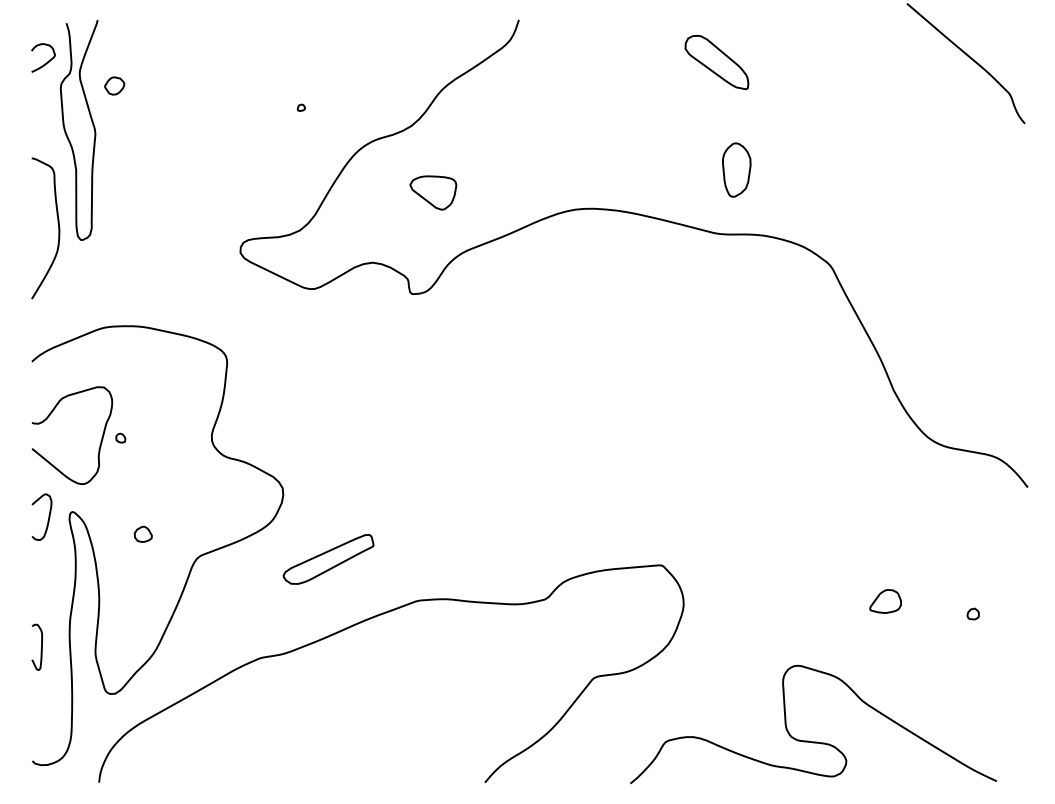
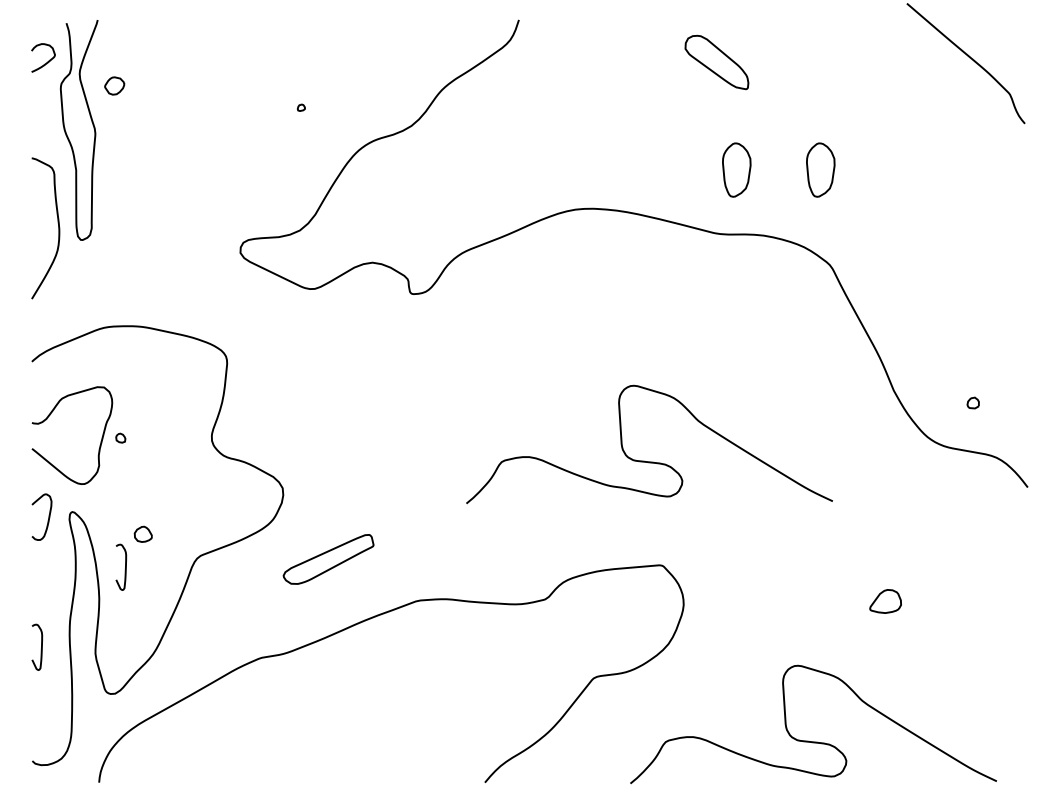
part at (820, 169): none -> present
part at (433, 192): present -> none
curve at (644, 460): none -> present
curve at (125, 566): none -> present
part at (972, 613) position: (972, 613) -> (972, 402)
